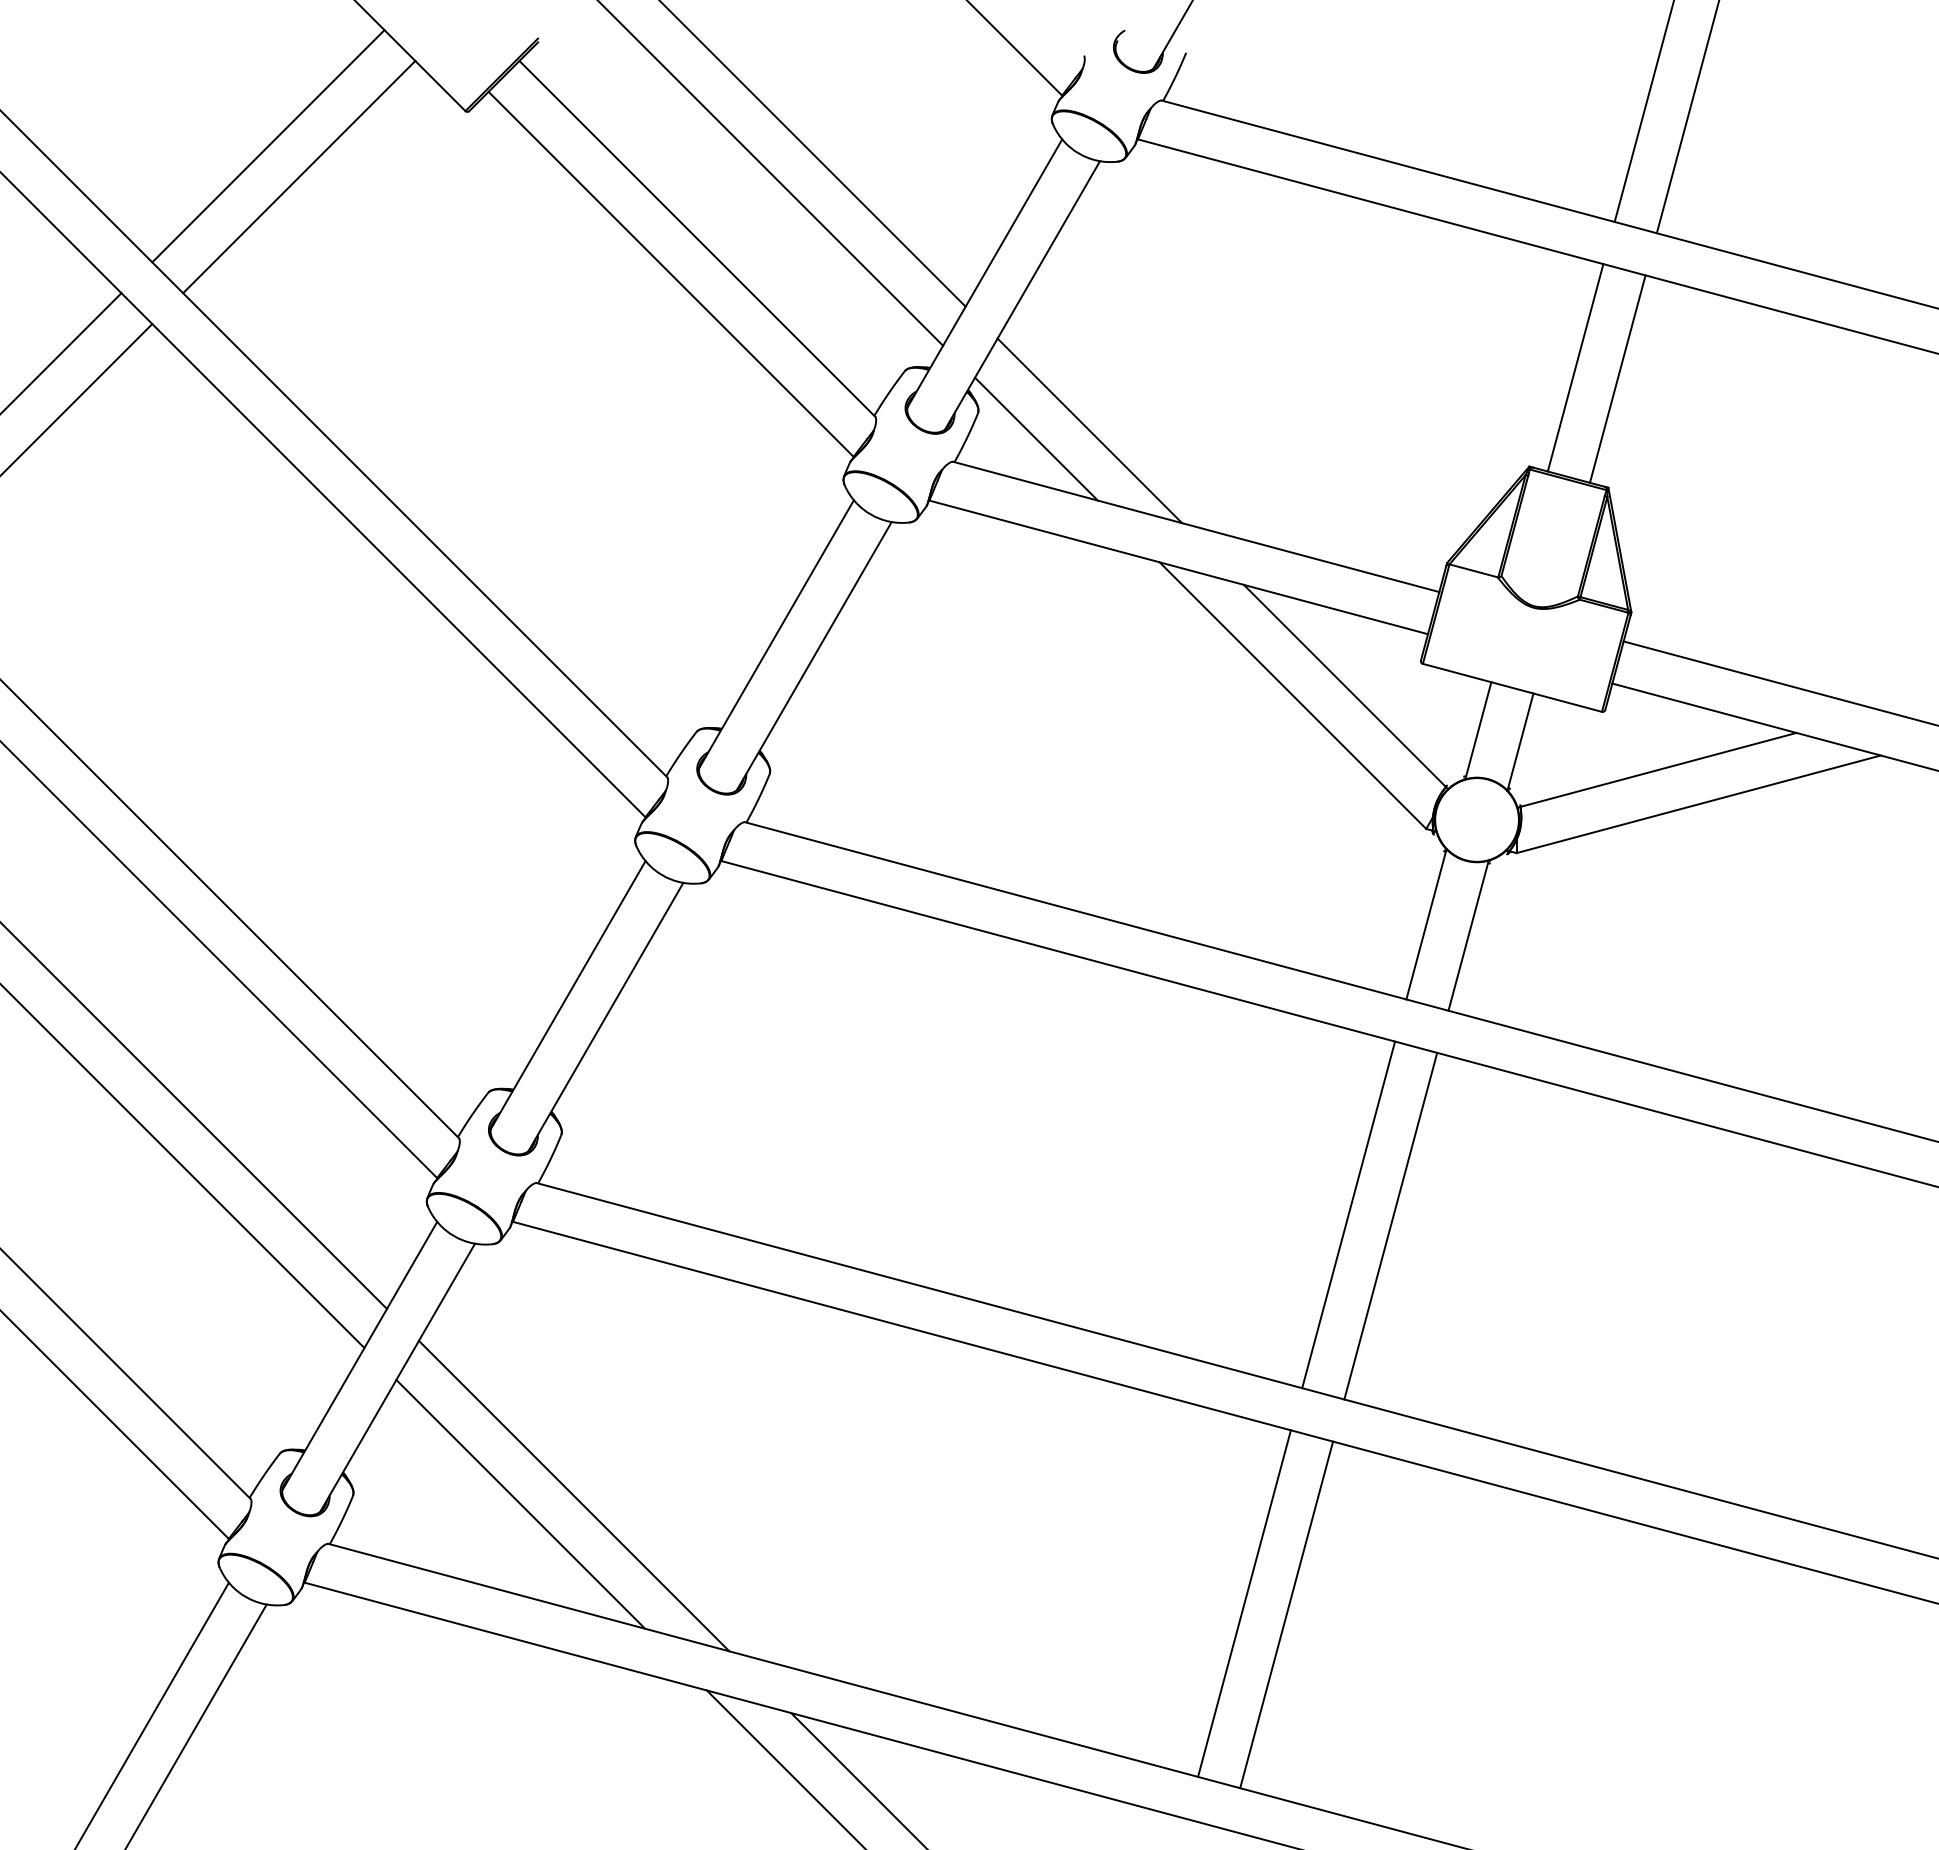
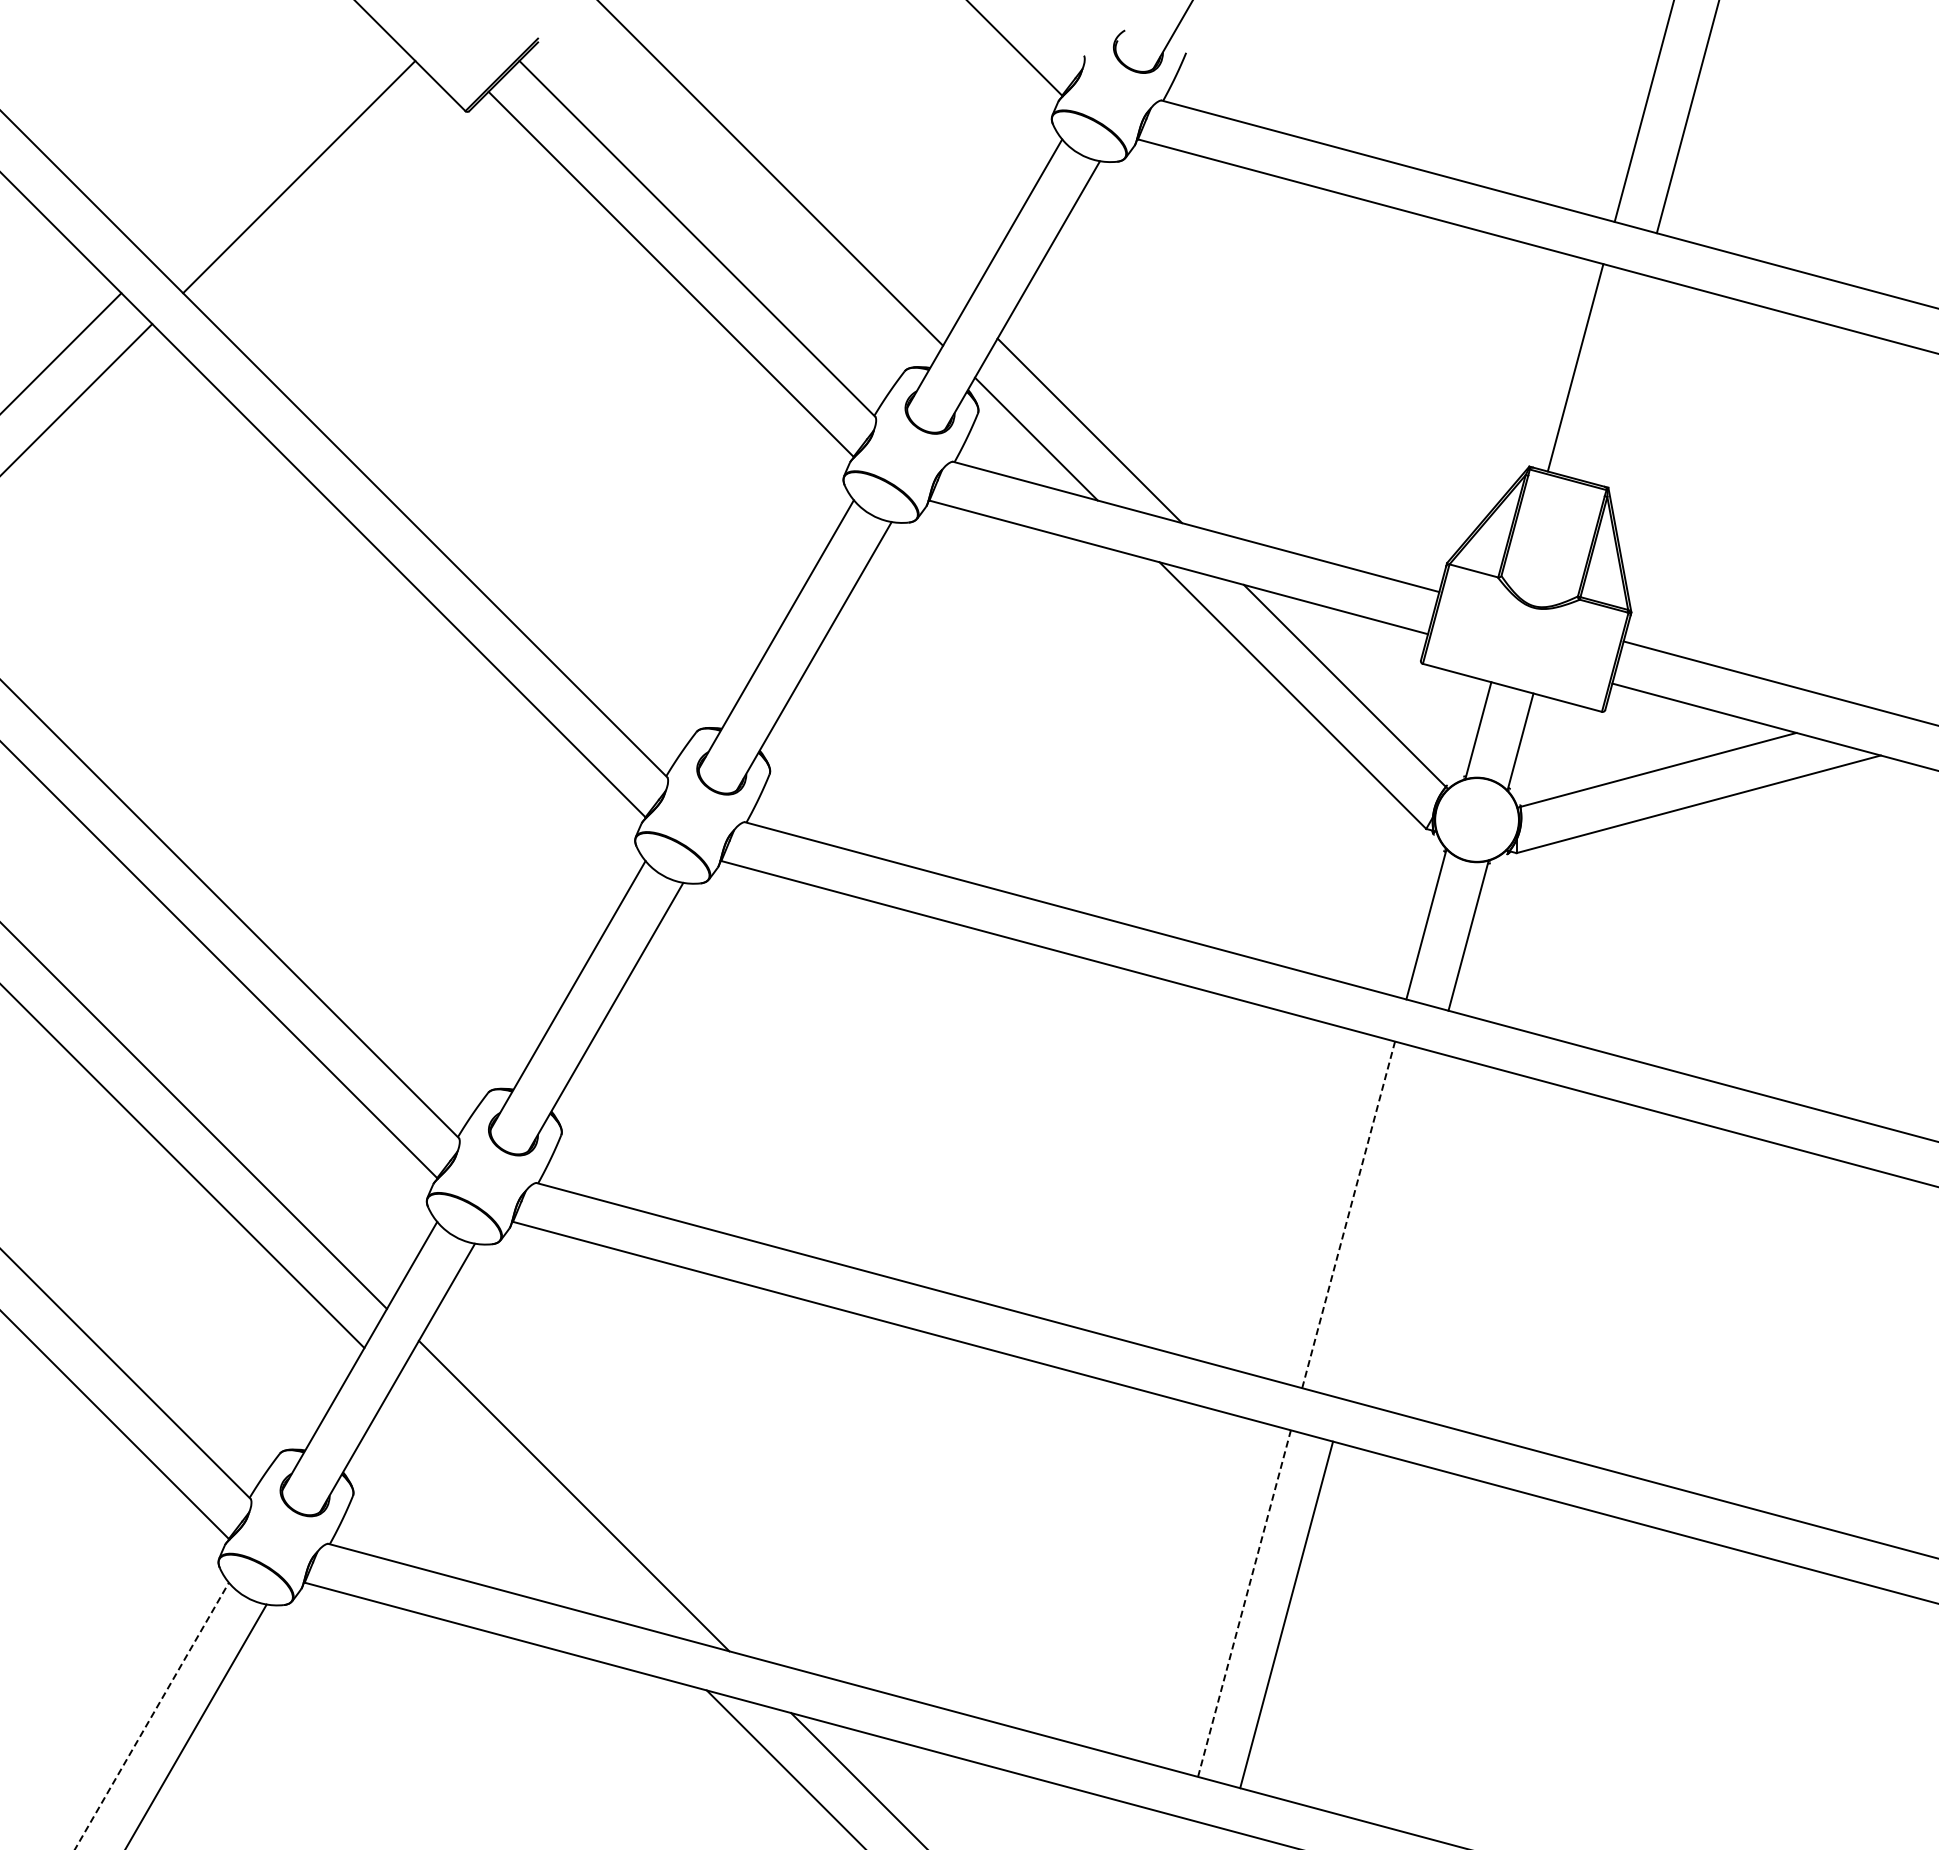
line at (268, 146): present -> none
line at (813, 154): present -> none
line at (1617, 378): present -> none
line at (1348, 1214): solid -> dashed
line at (1390, 1225): present -> none
line at (520, 1503): present -> none
line at (1244, 1603): solid -> dashed
line at (151, 1716): solid -> dashed
